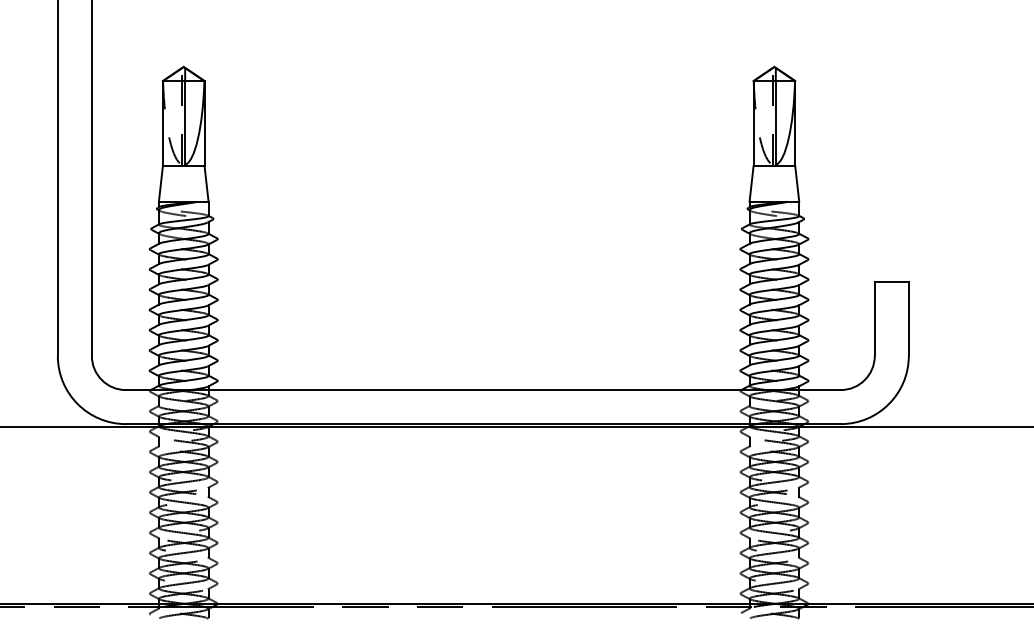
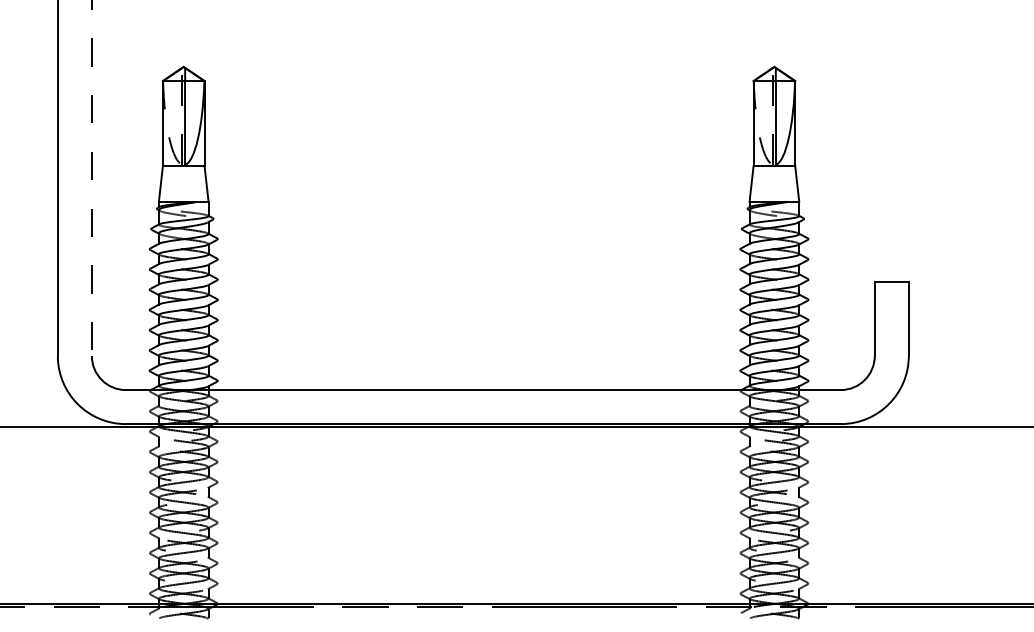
line at (91, 178): solid -> dashed
